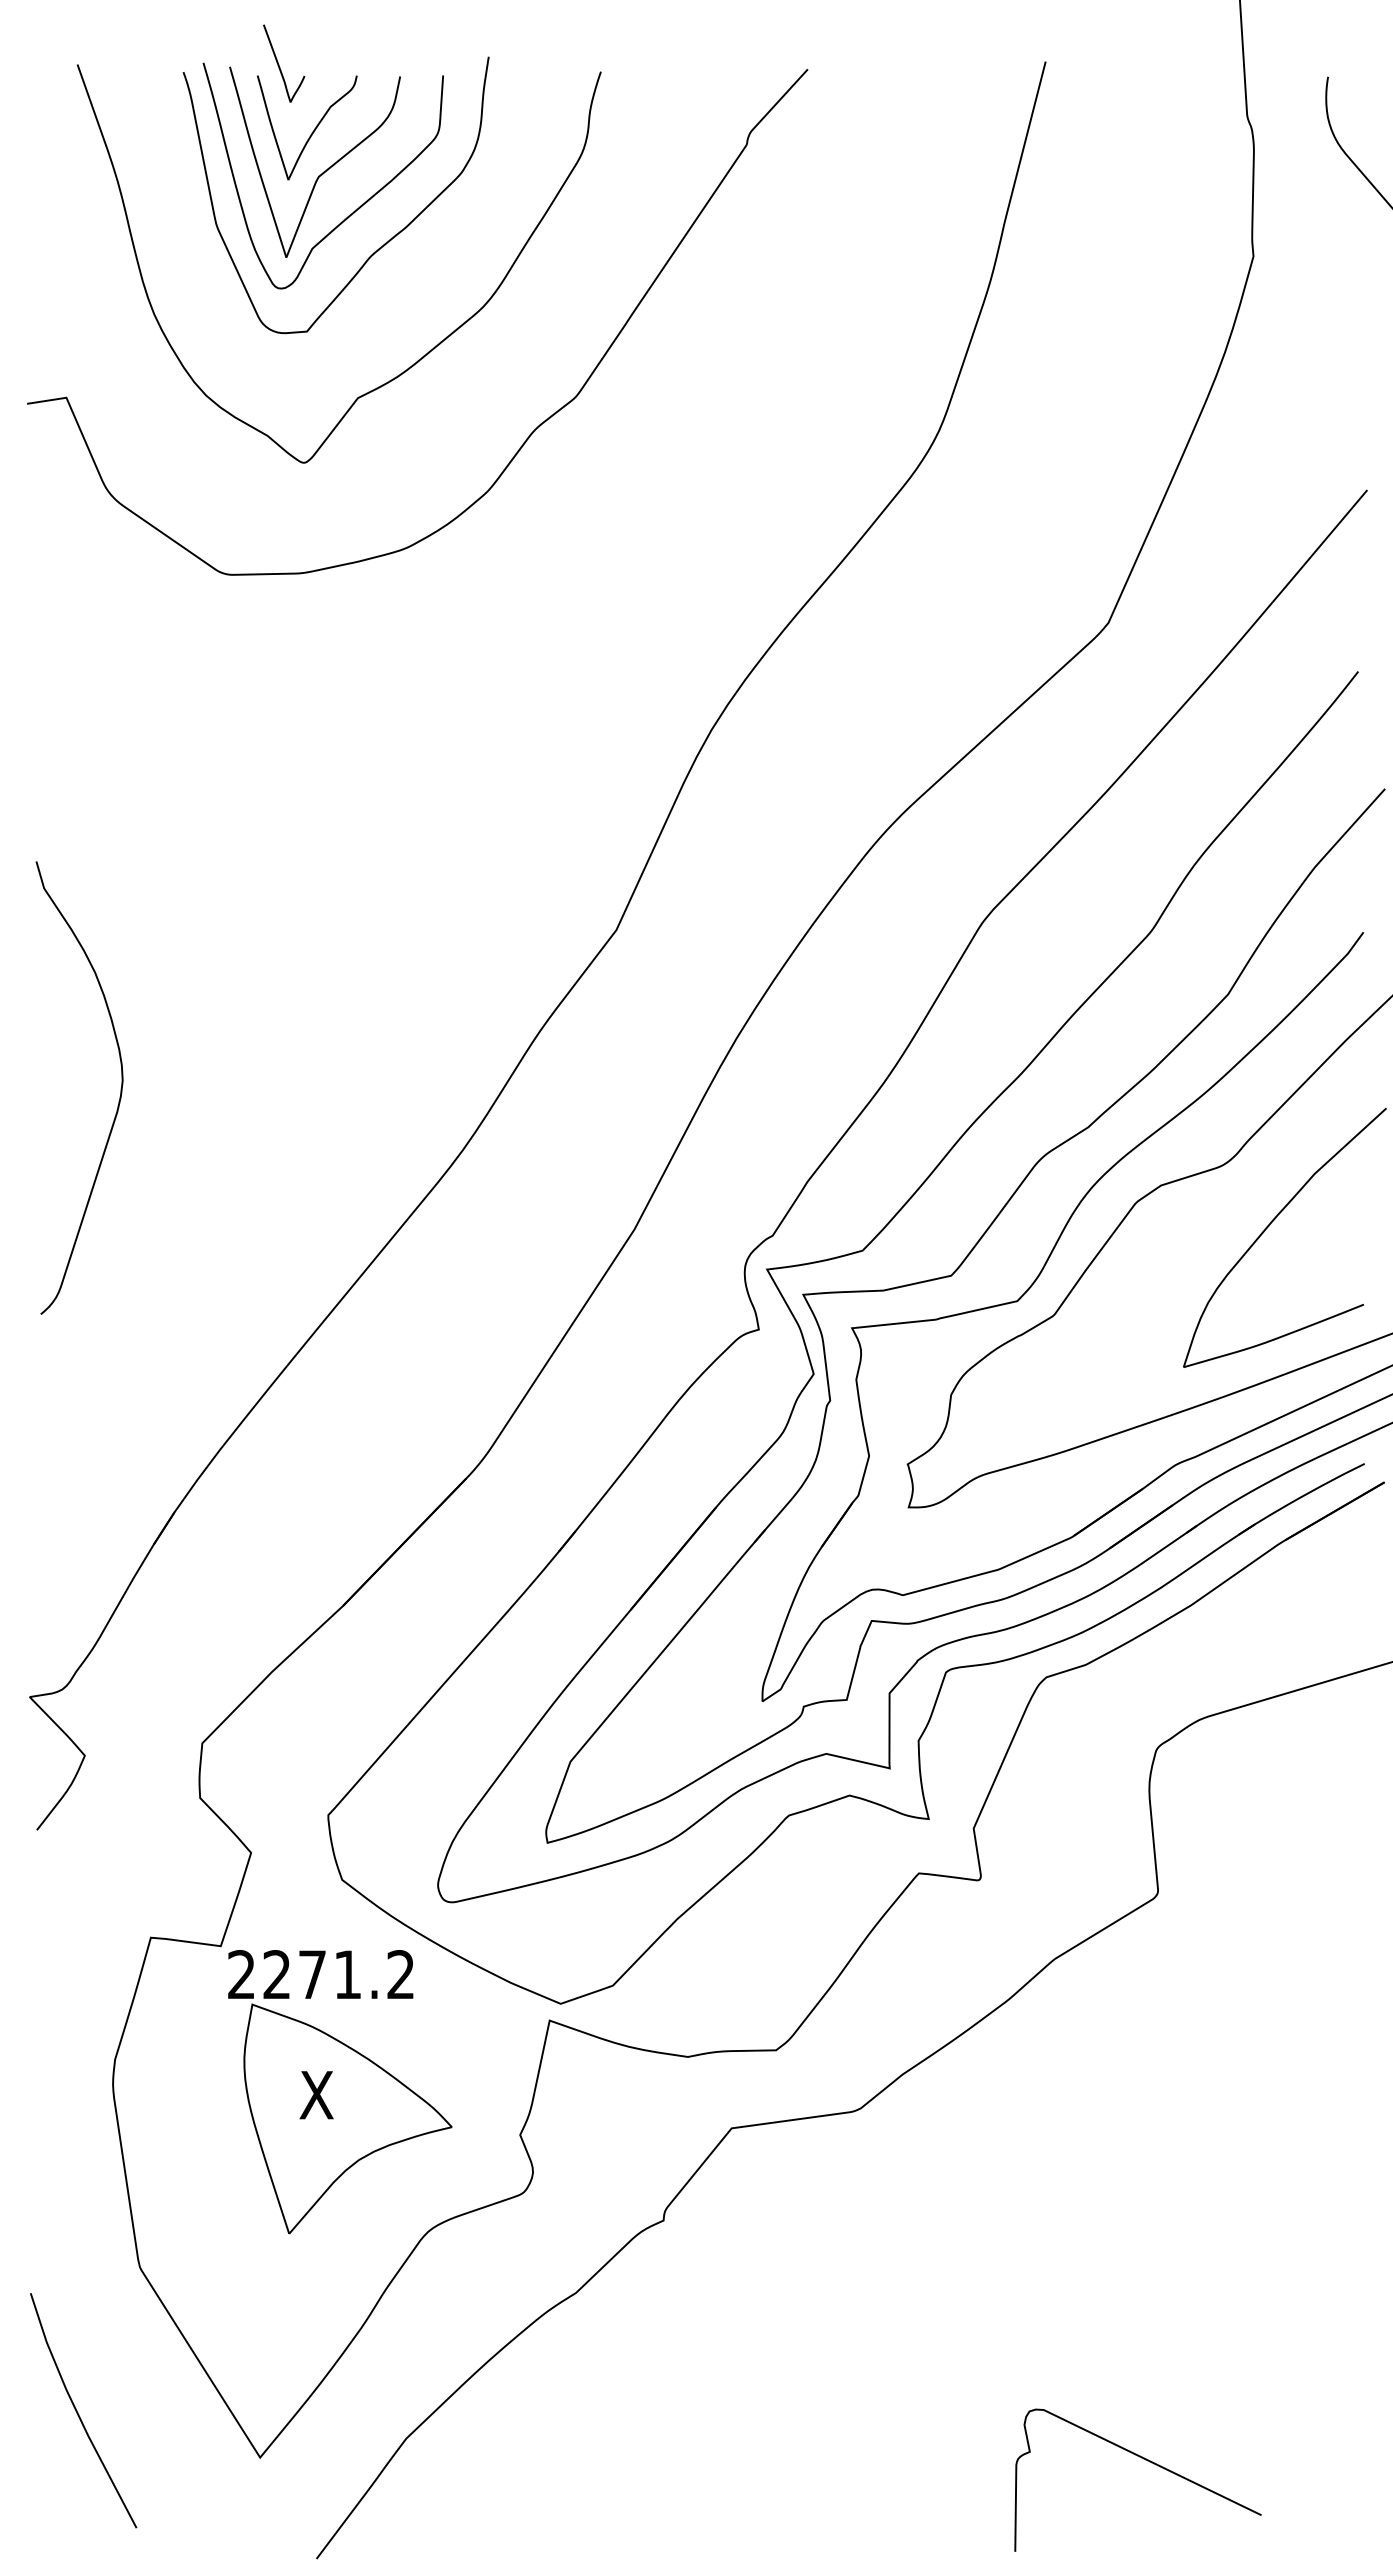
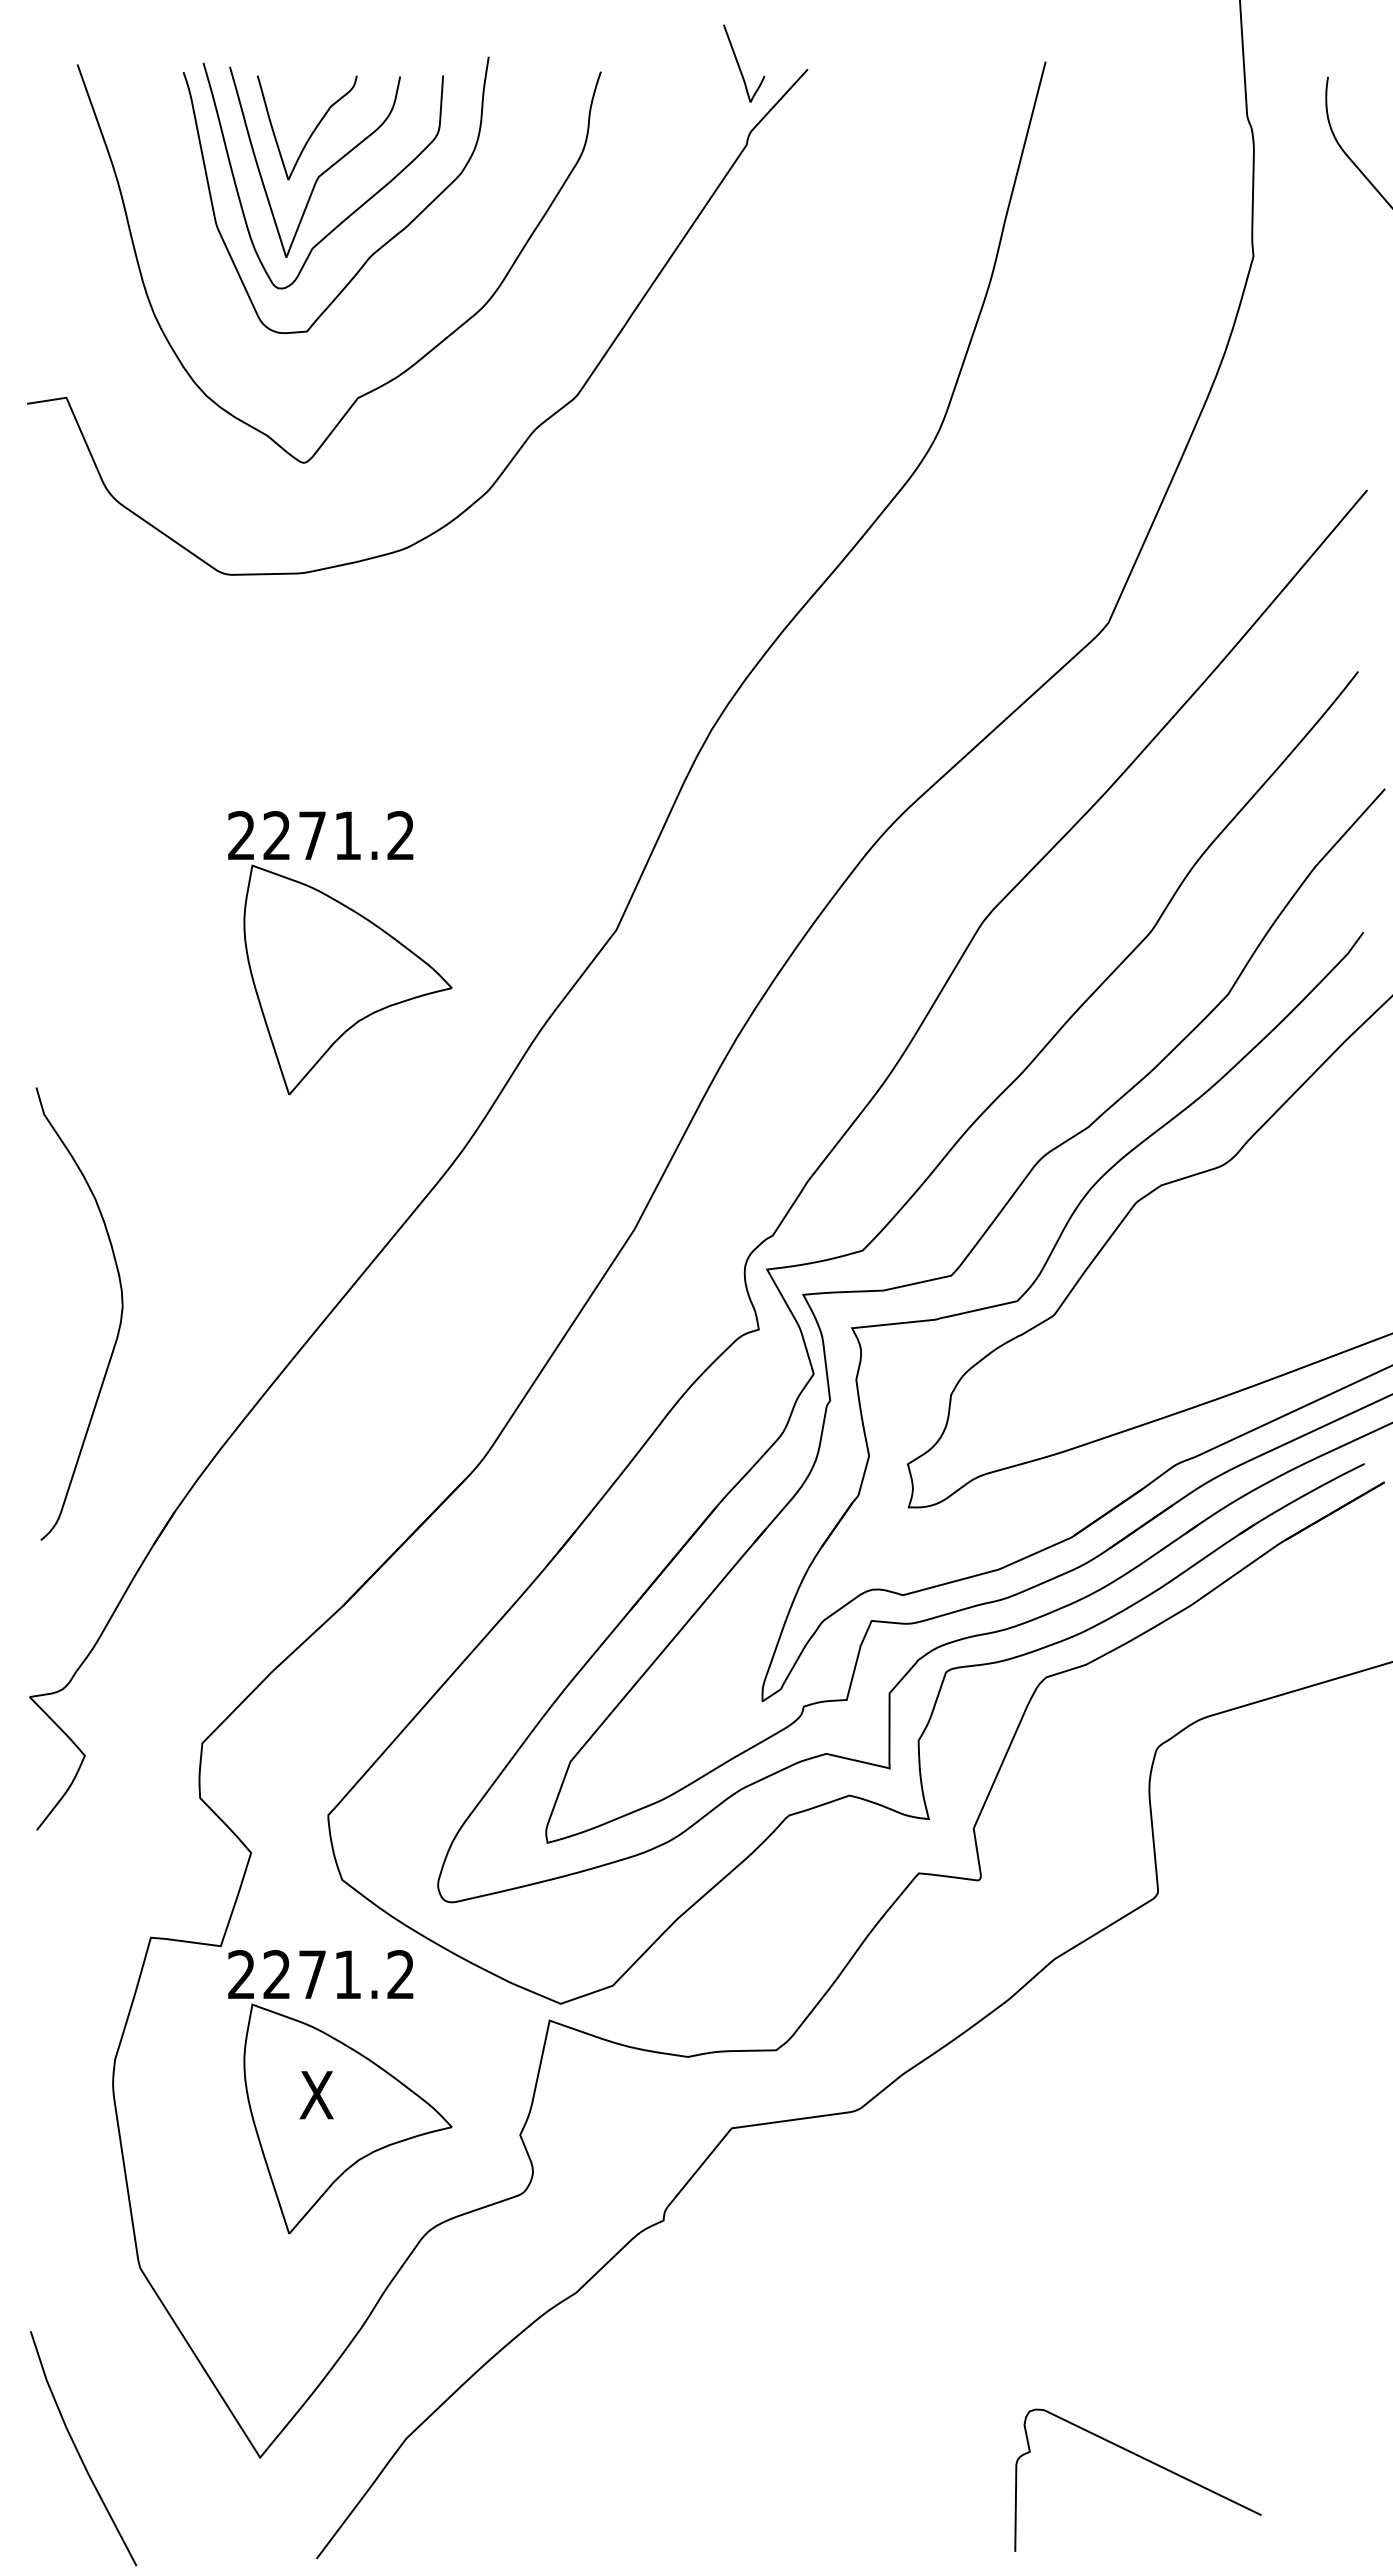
curve at (279, 64) position: (279, 64) -> (739, 64)
part at (340, 953): none -> present
curve at (119, 1096) position: (119, 1096) -> (119, 1322)
curve at (1269, 1226): present -> none
line at (78, 2412) position: (78, 2412) -> (78, 2450)
